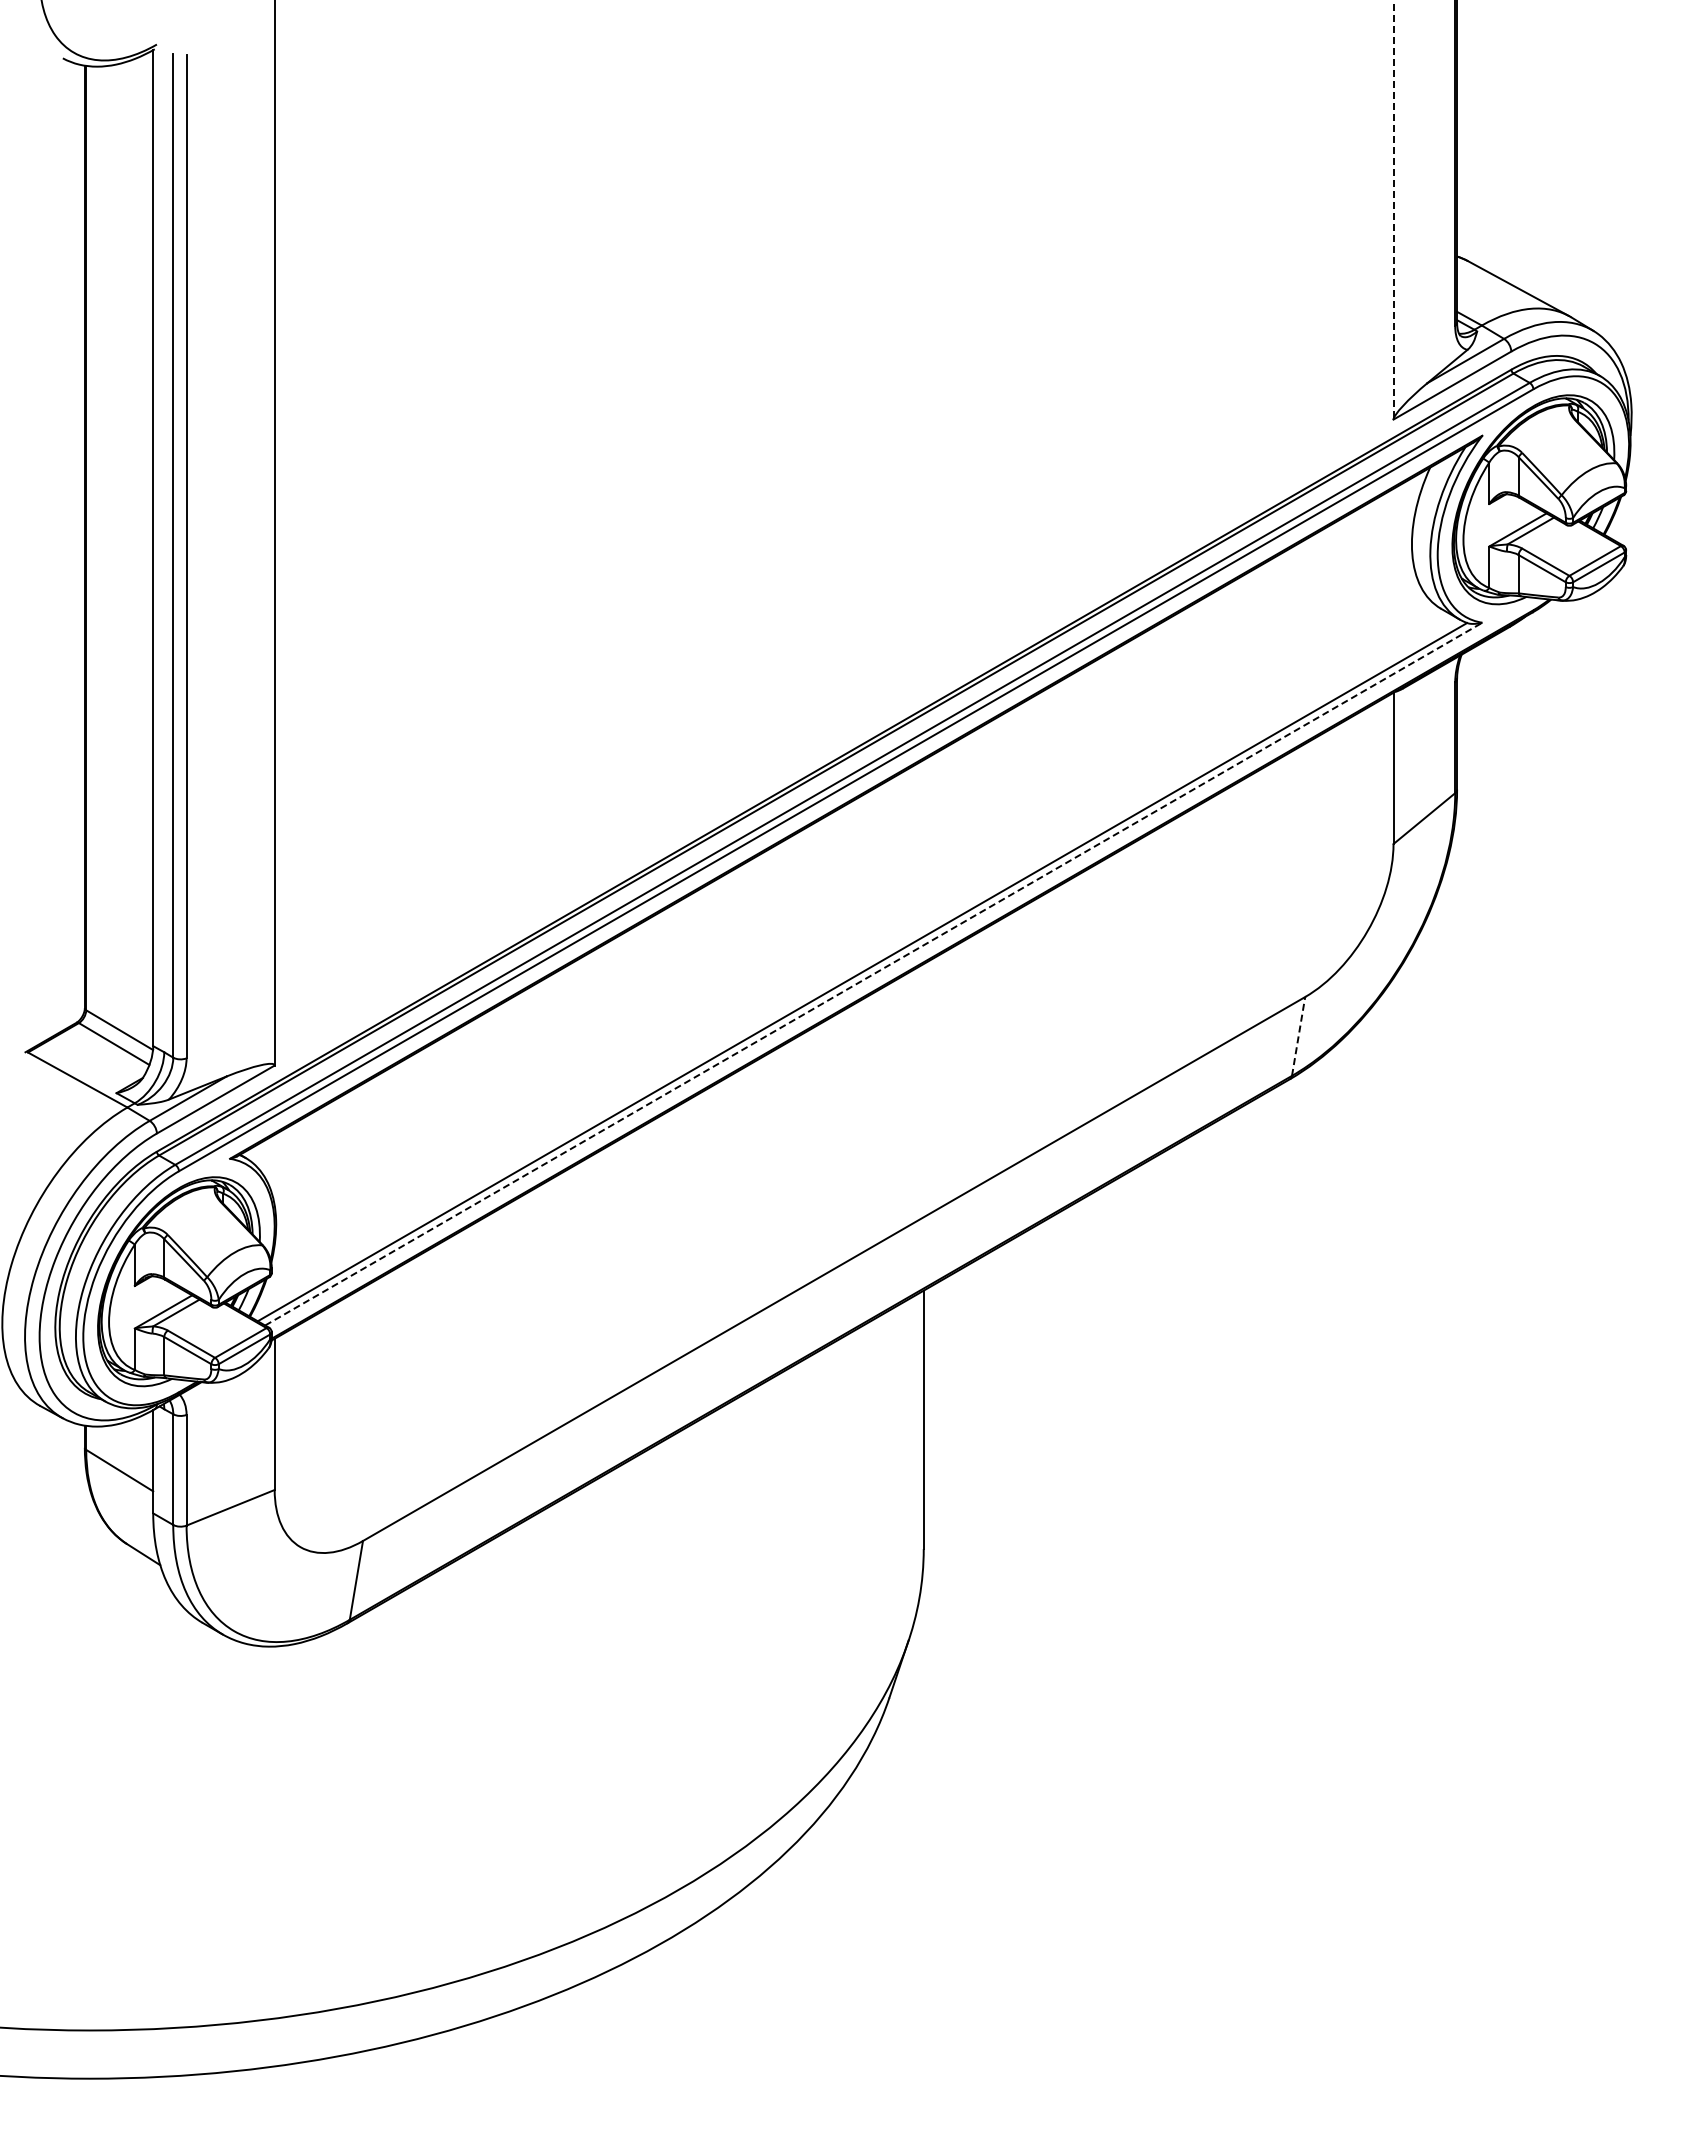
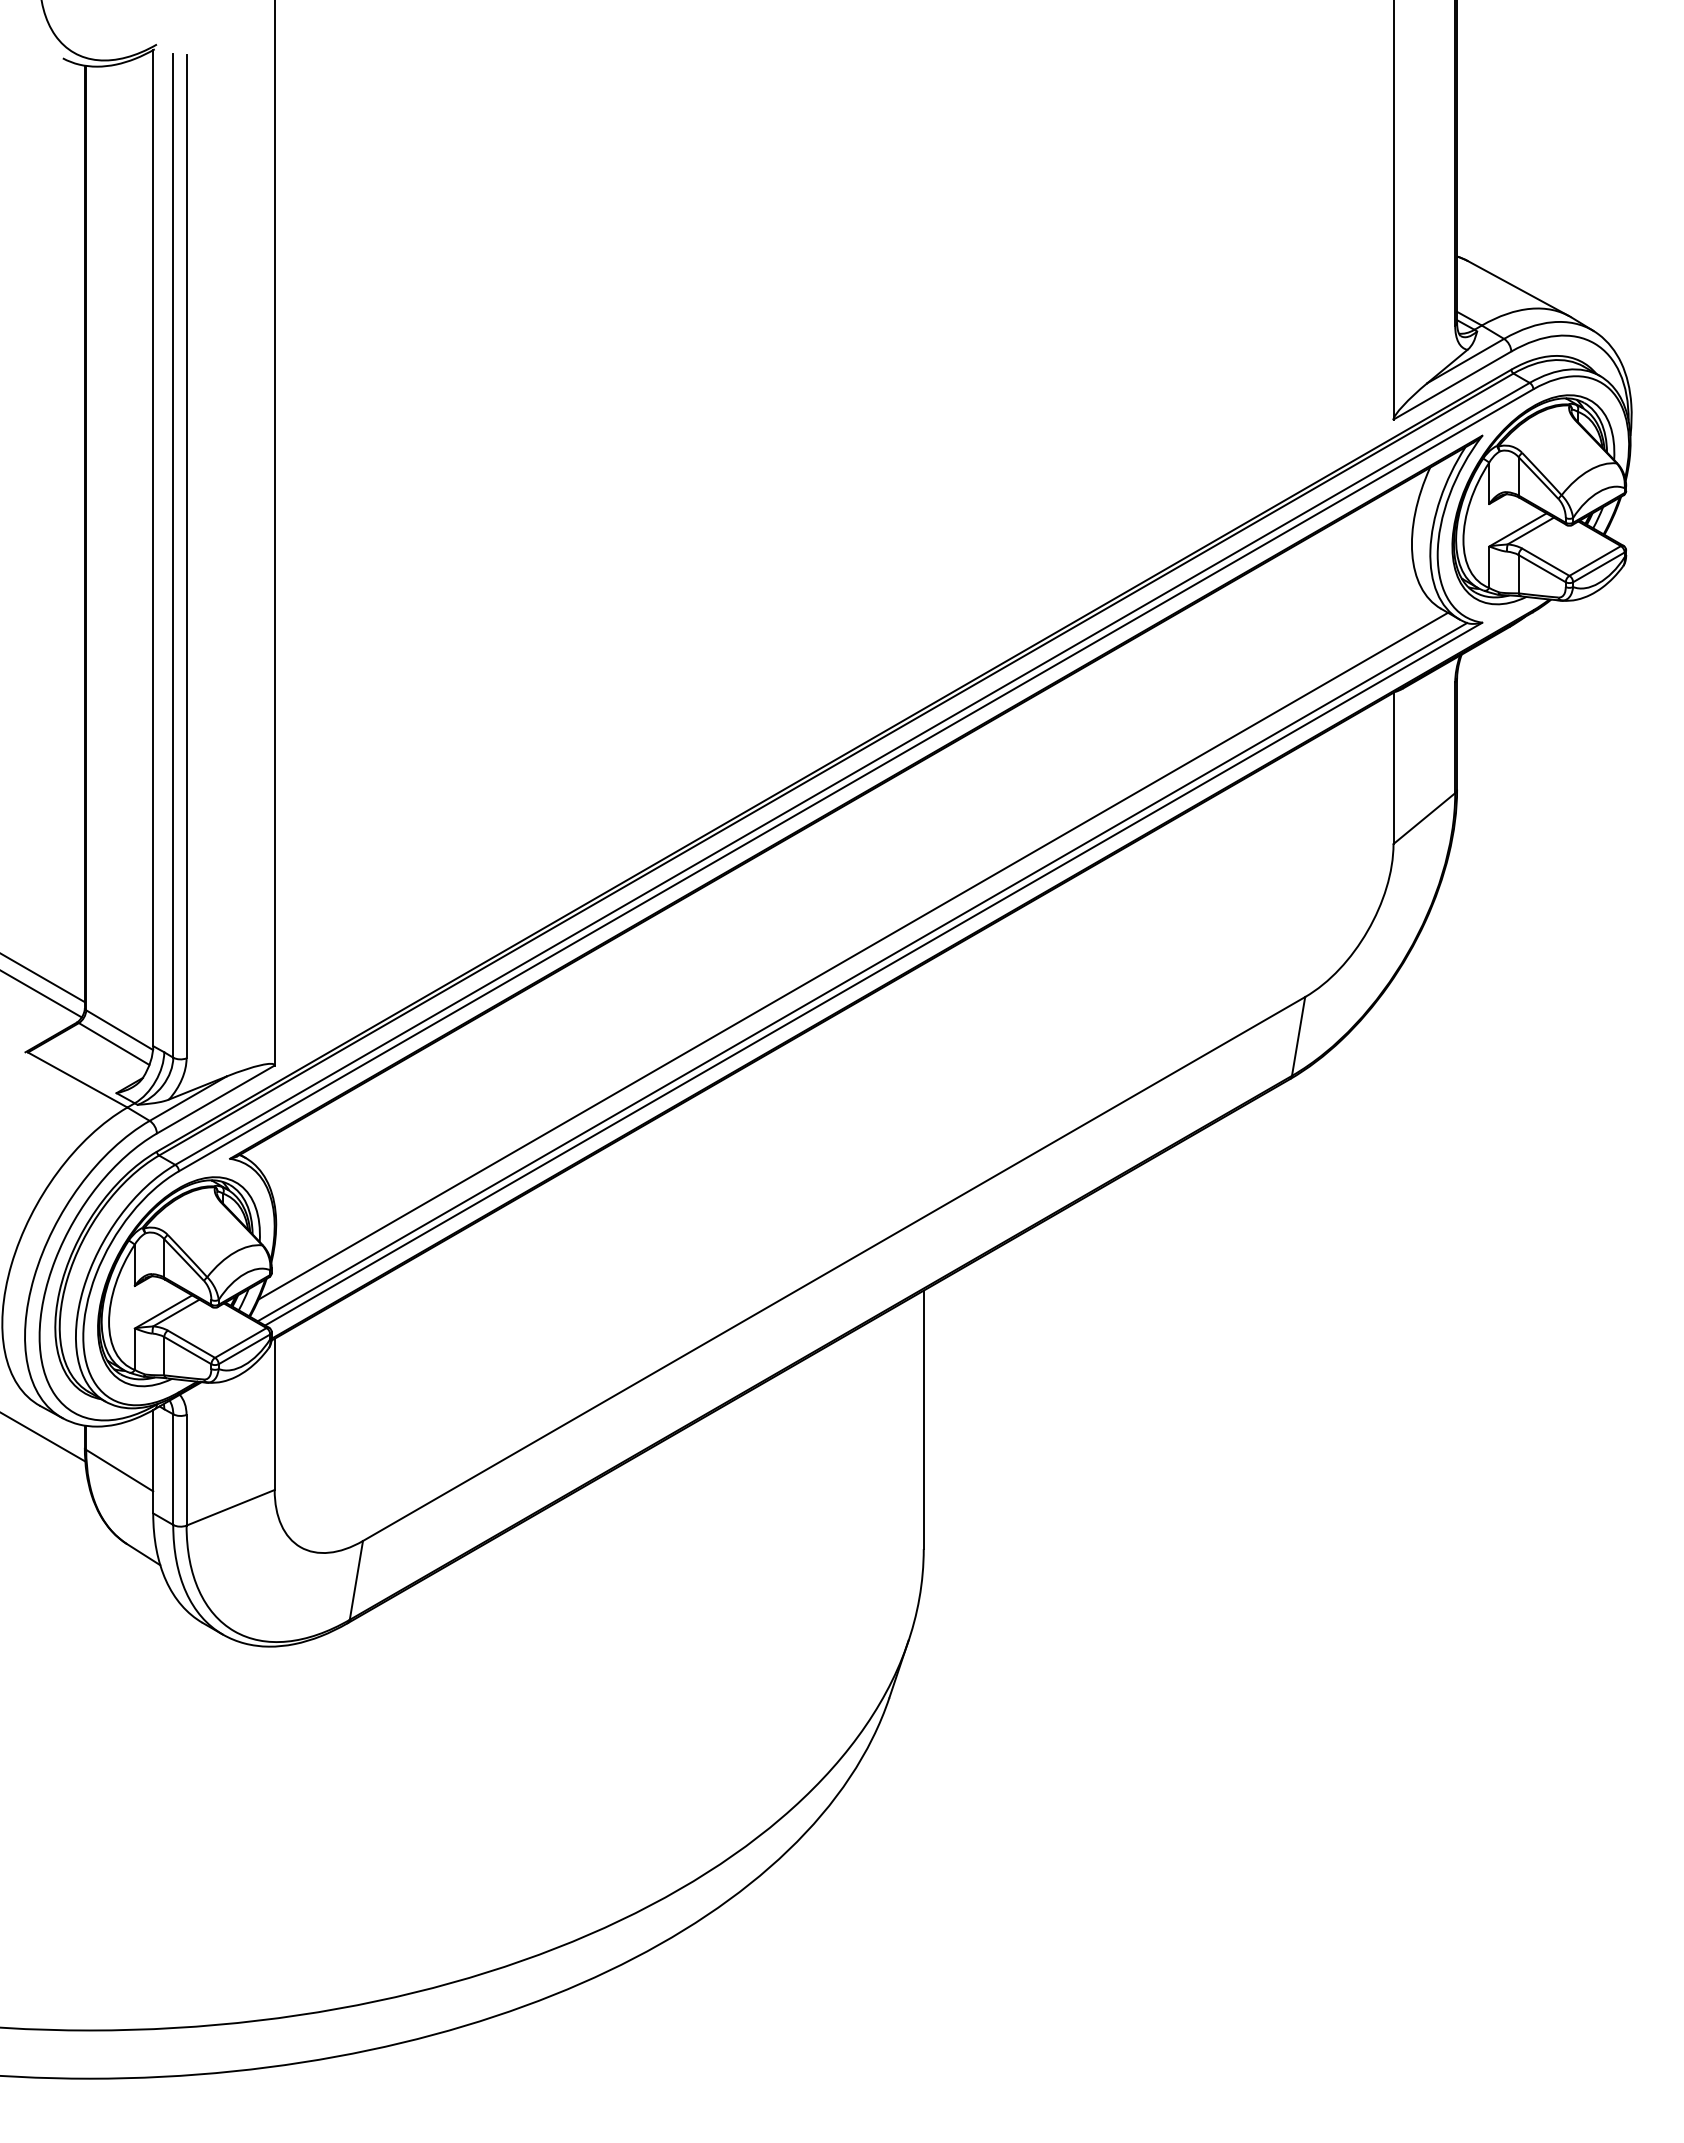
line at (1393, 210): dashed -> solid
line at (853, 955): none -> present
line at (873, 974): dashed -> solid
line at (43, 978): none -> present
line at (41, 994): none -> present
line at (1298, 1036): dashed -> solid
line at (43, 1437): none -> present
